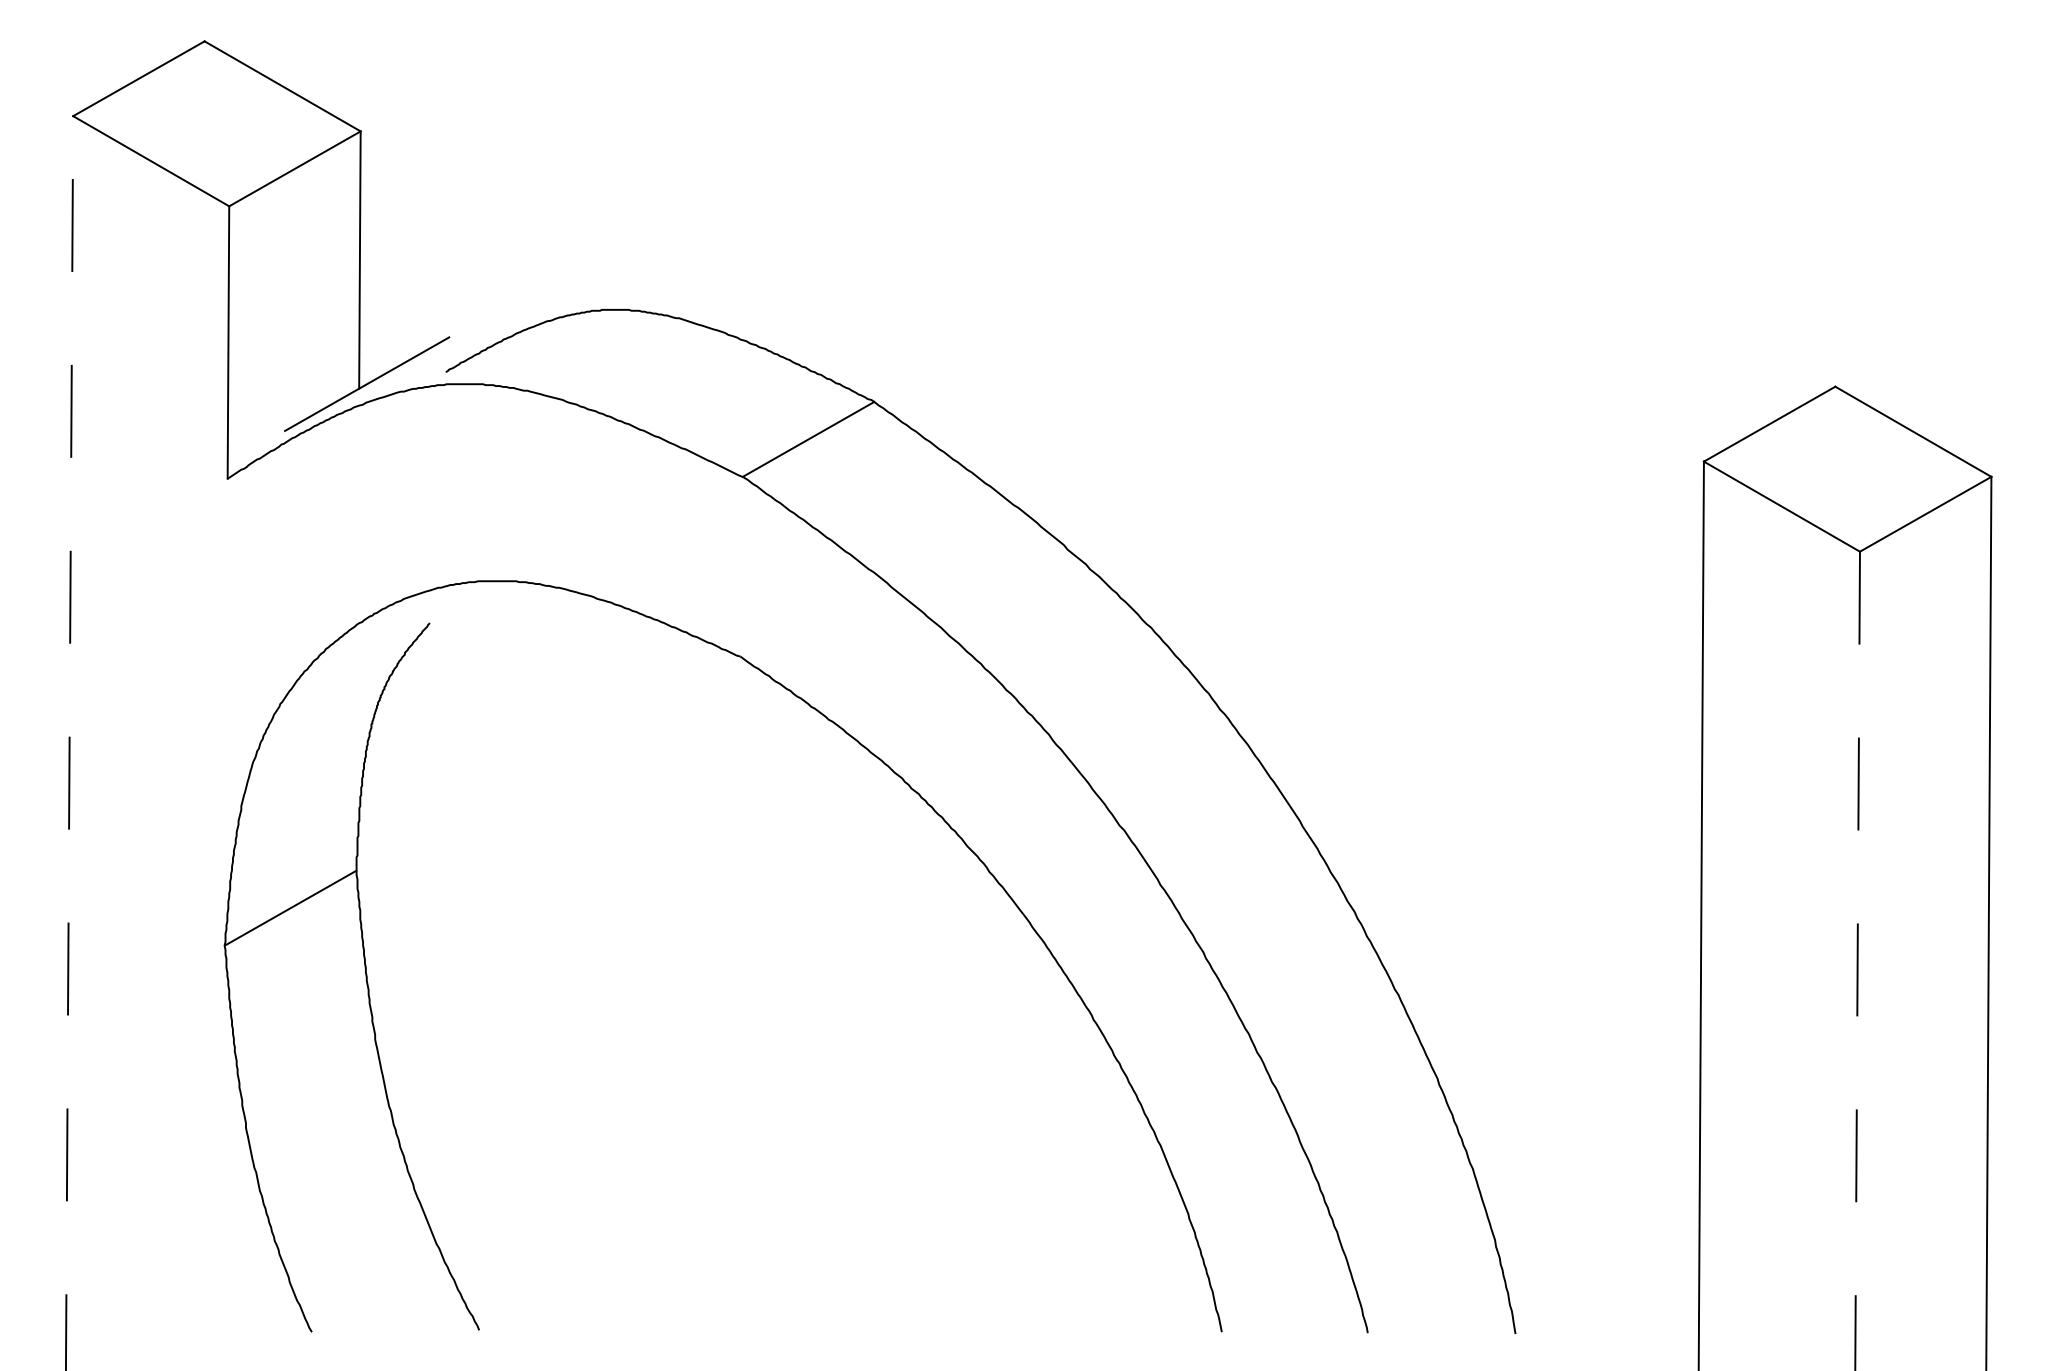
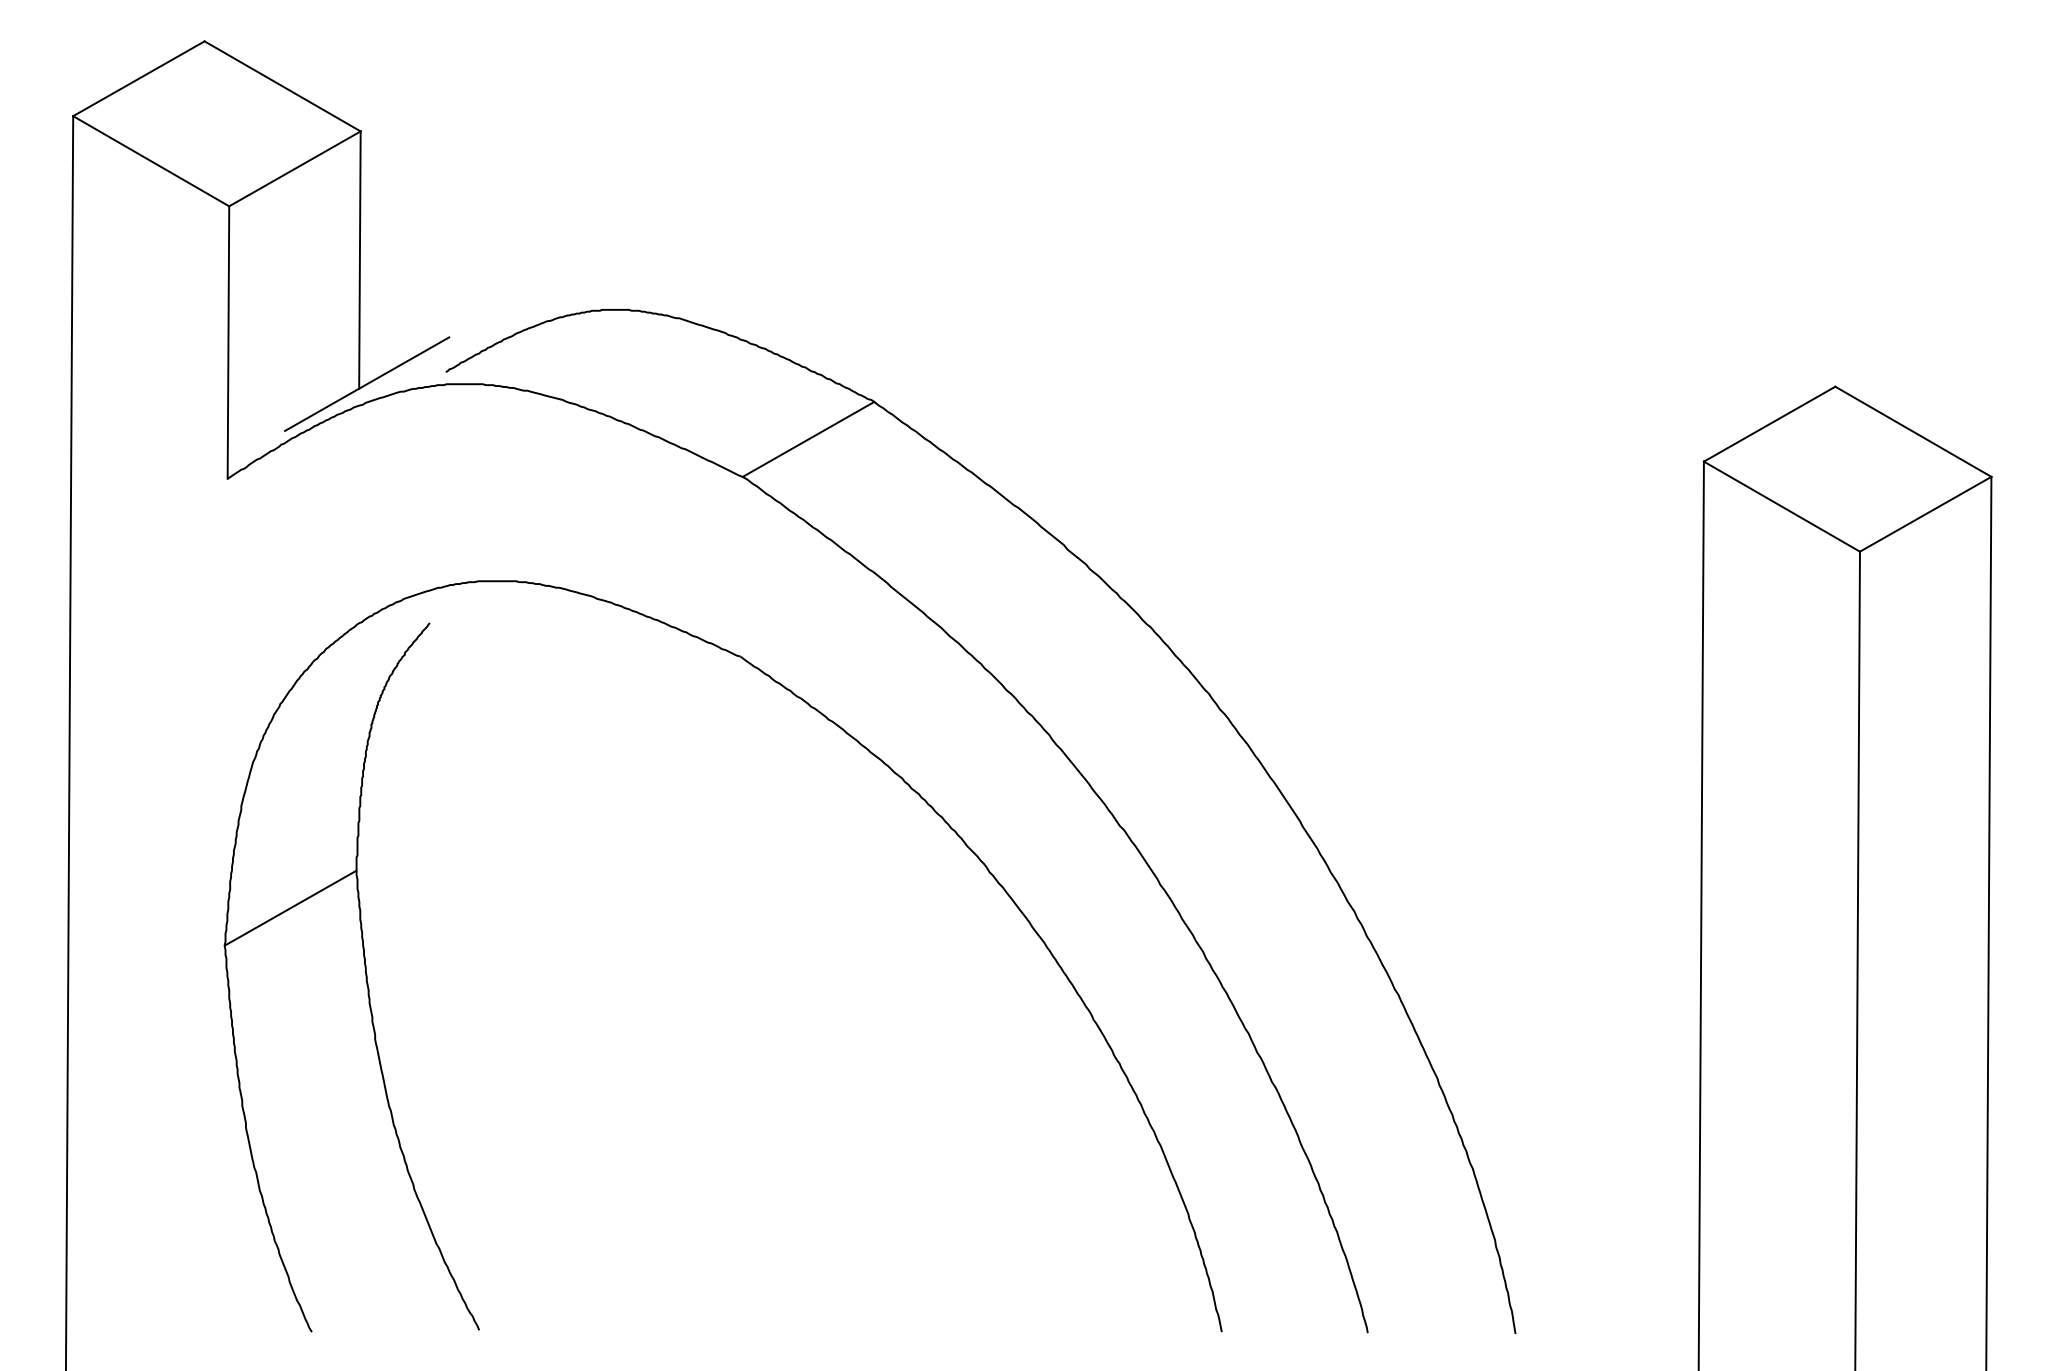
line at (69, 743): dashed -> solid
line at (1857, 961): dashed -> solid
